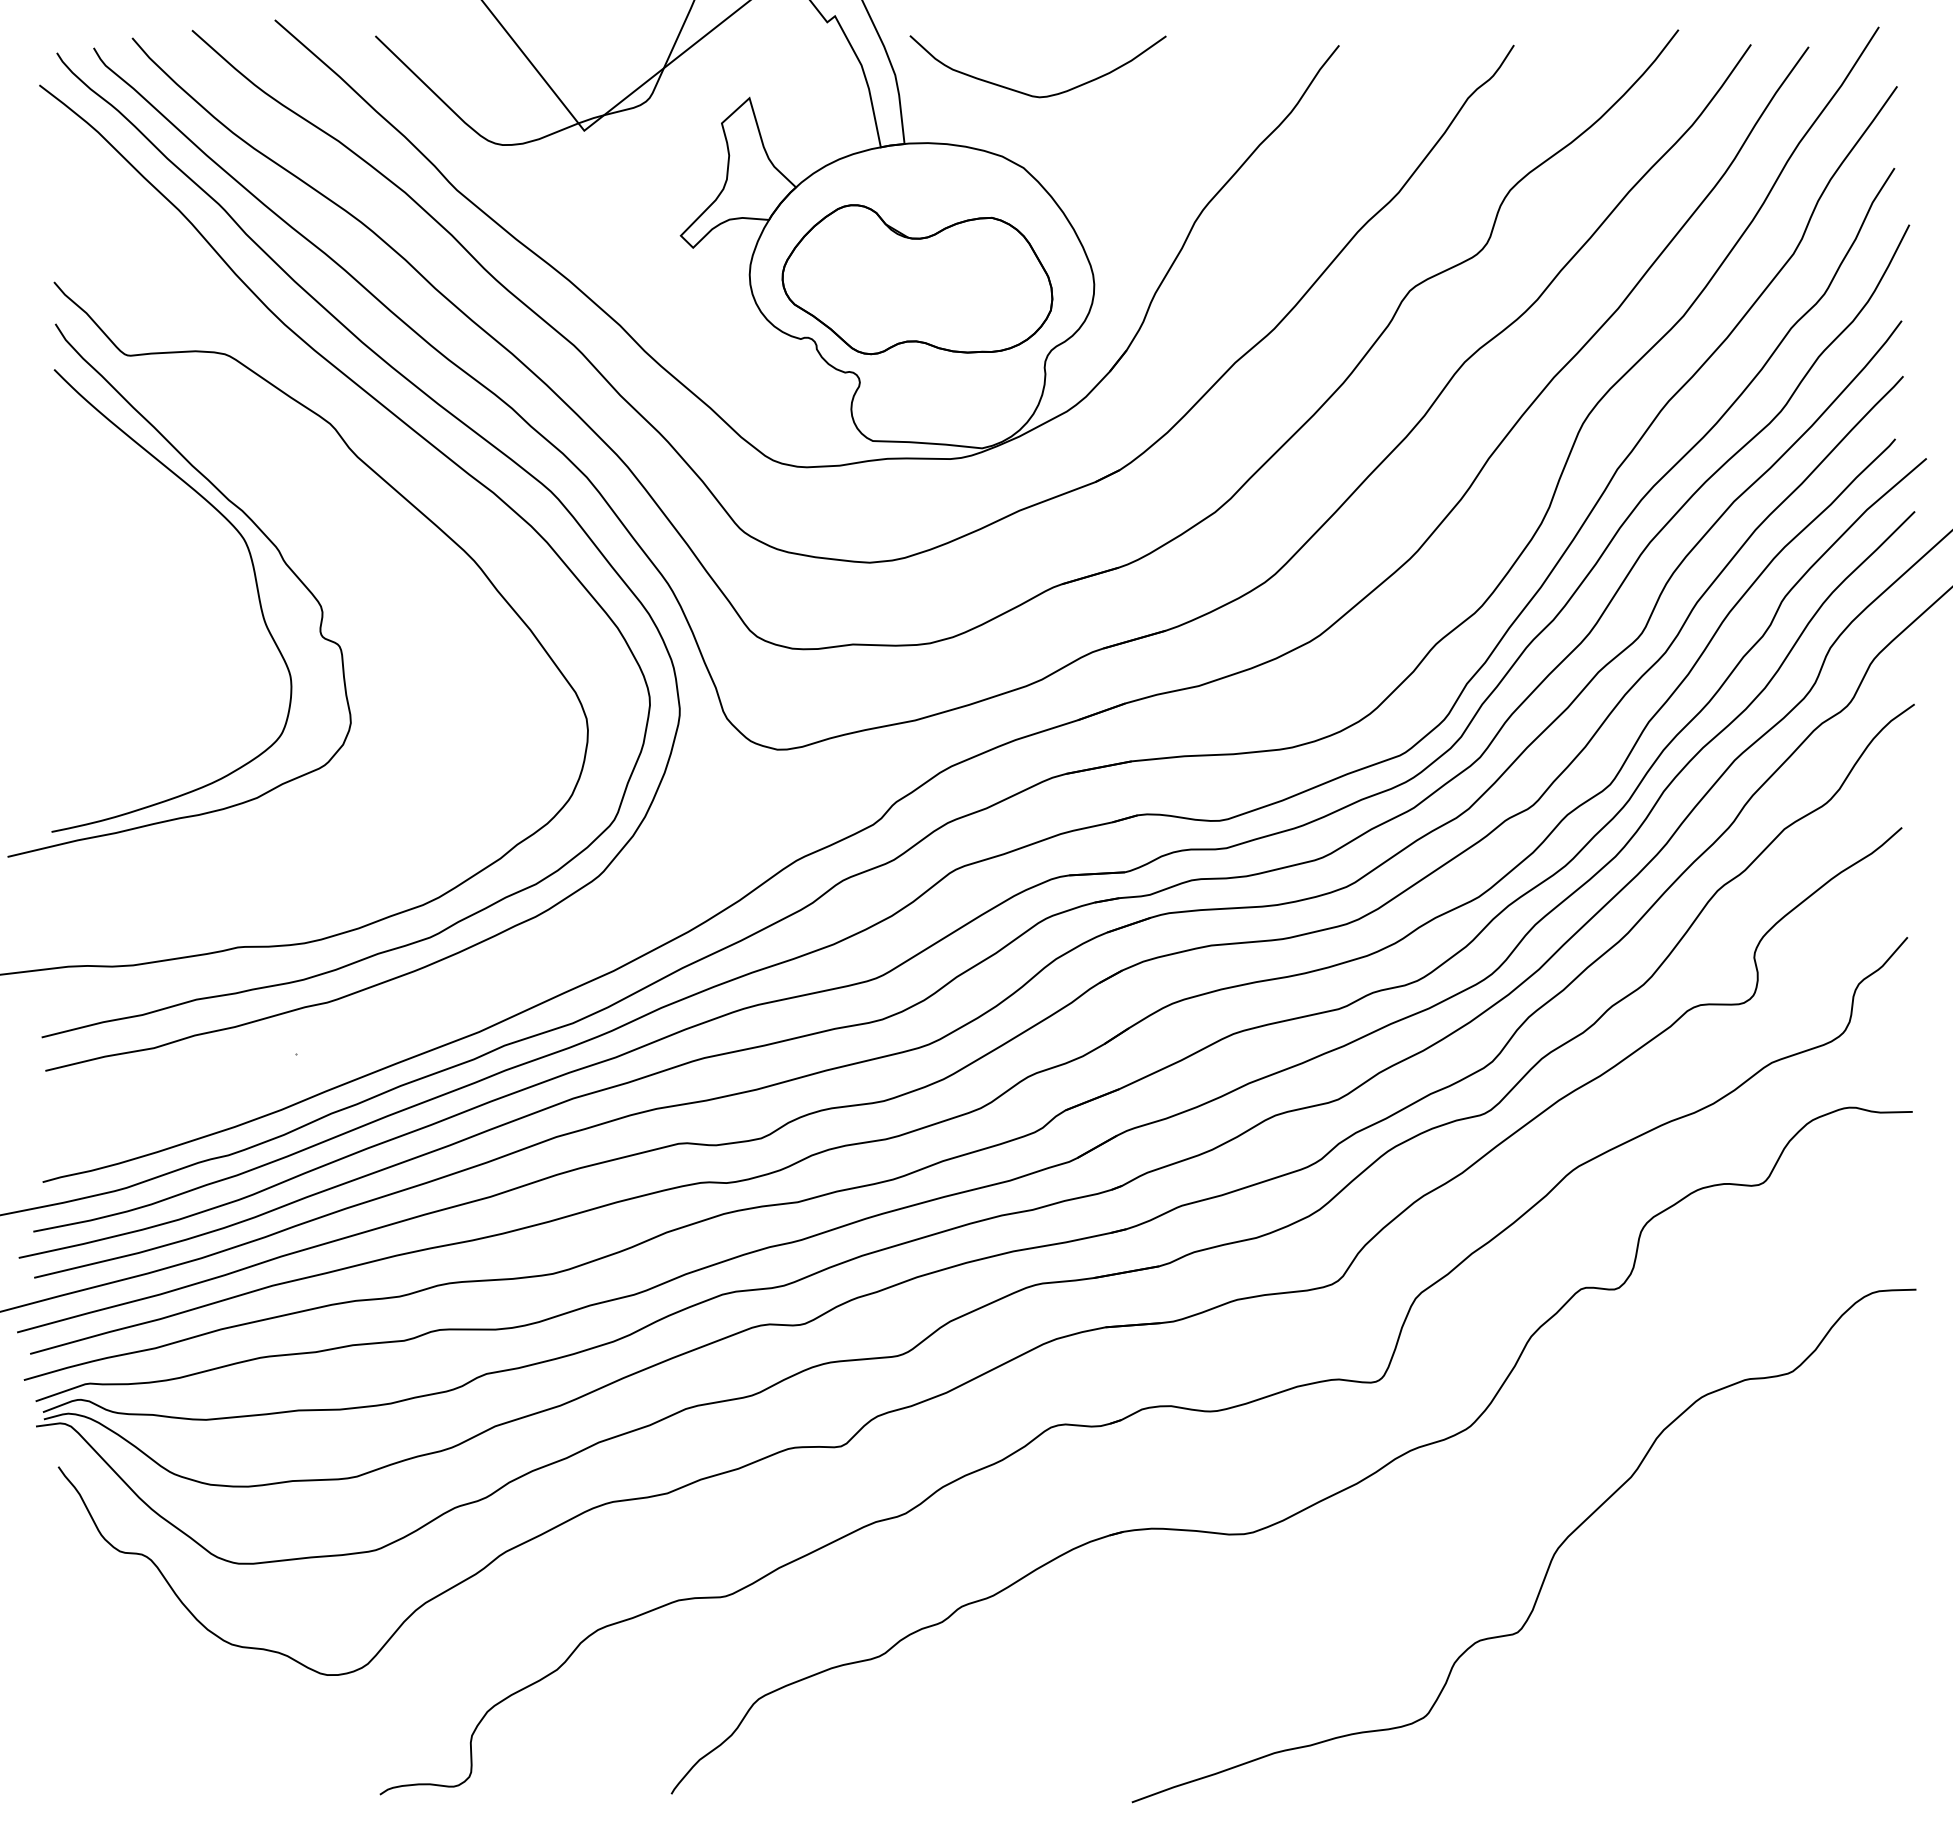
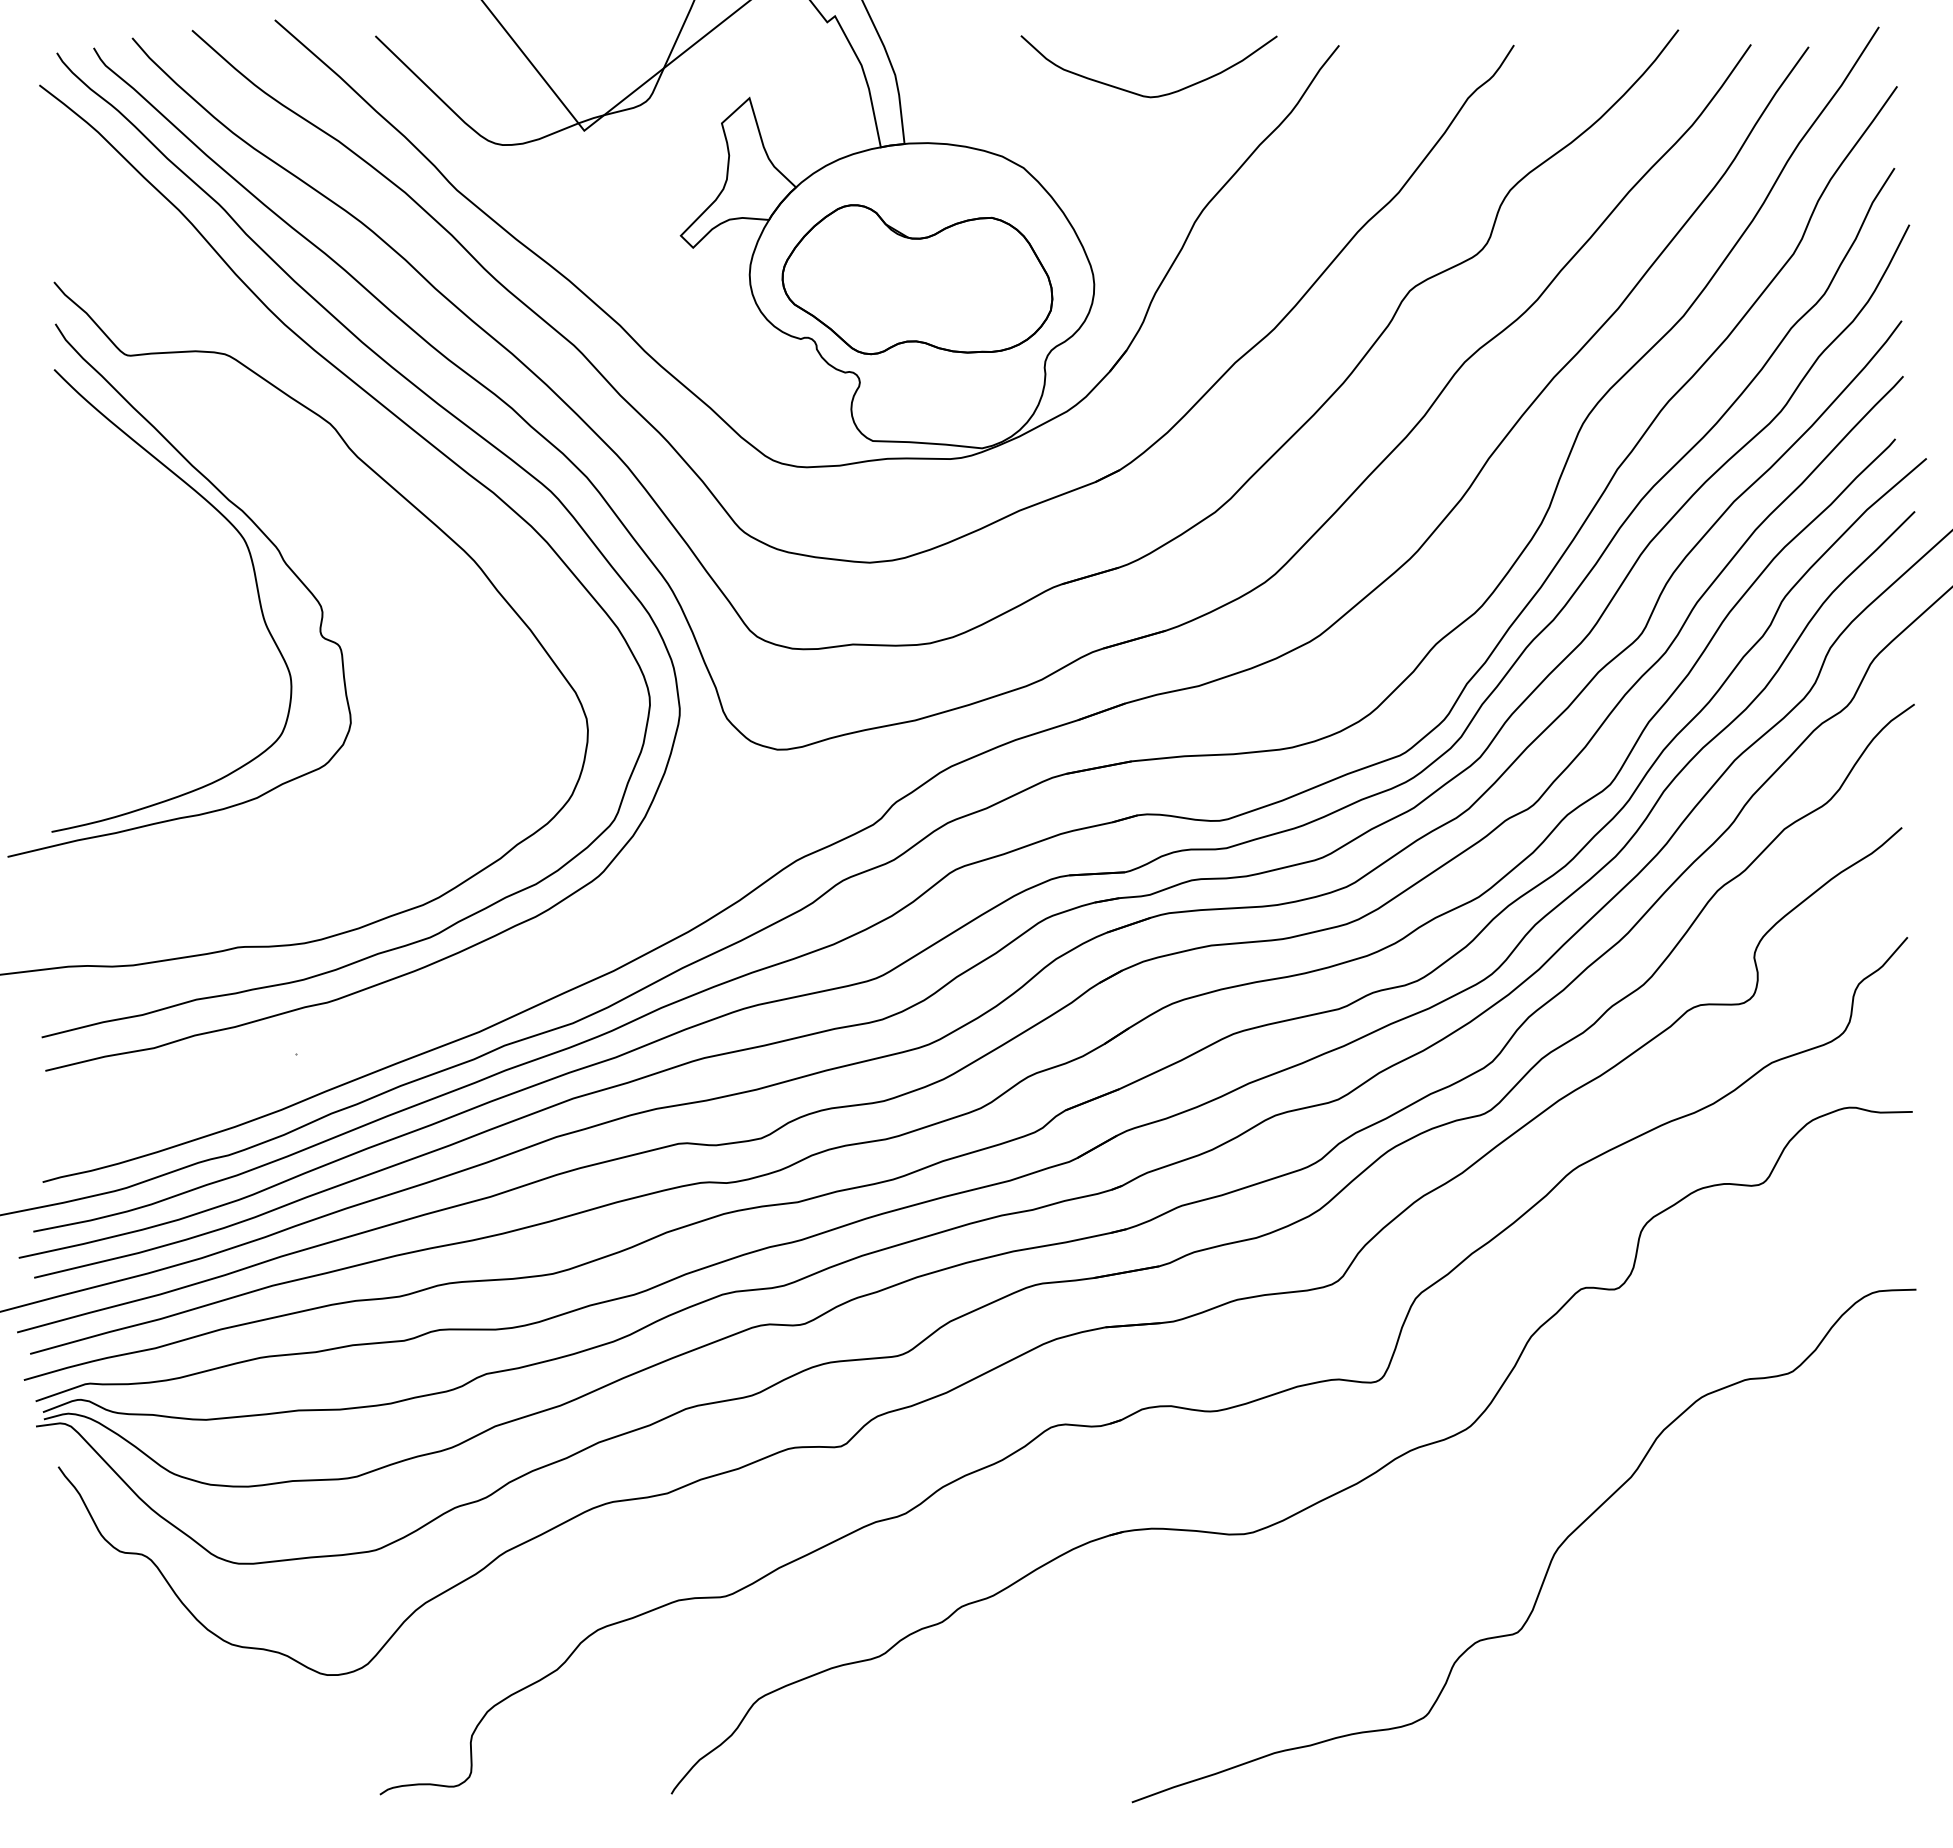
curve at (1027, 93) position: (1027, 93) -> (1138, 93)
